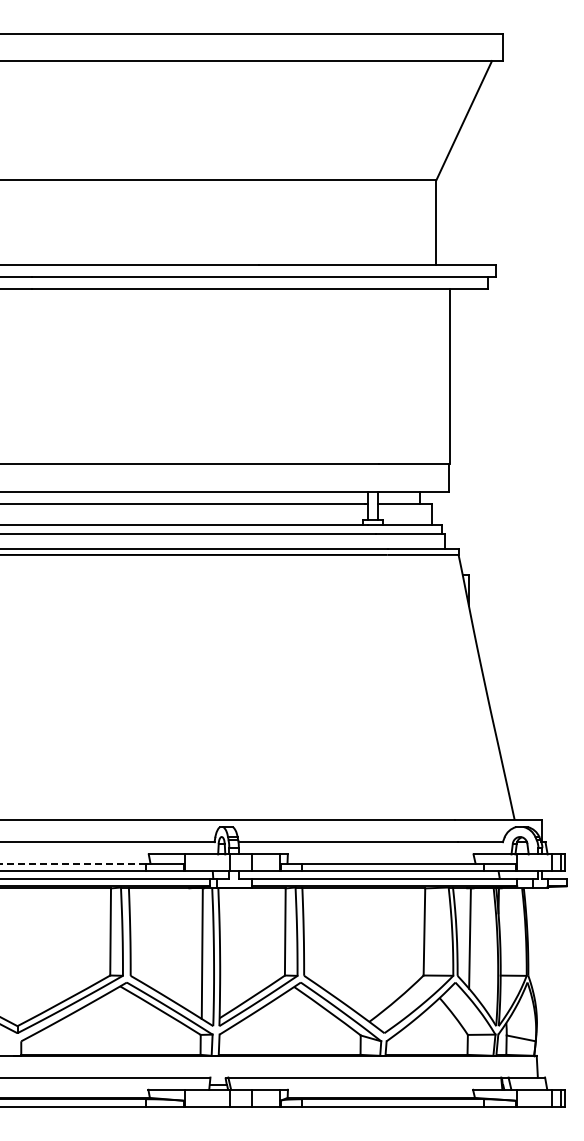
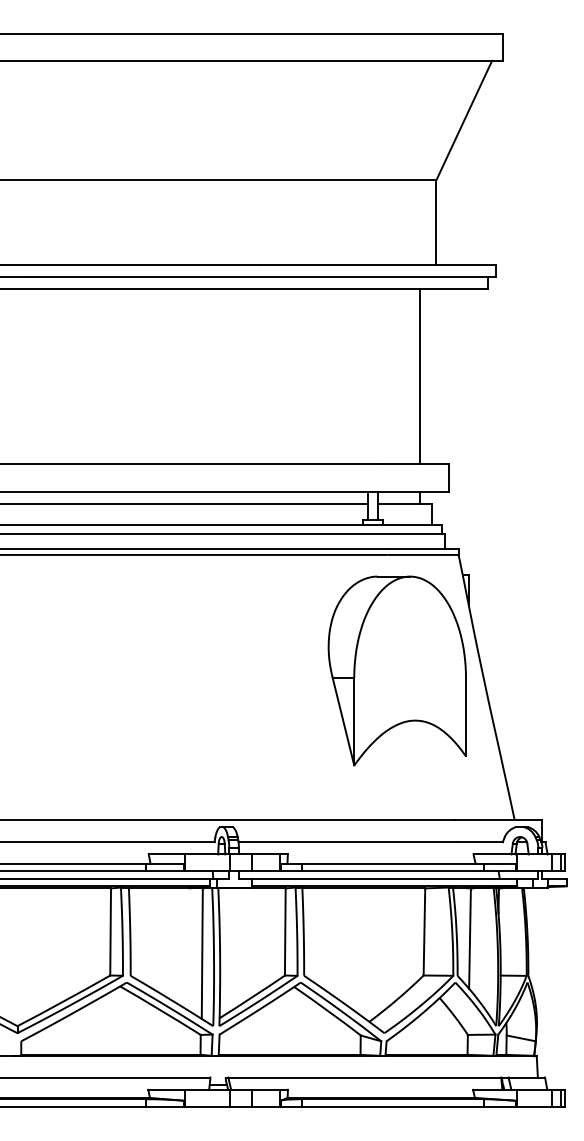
line at (449, 376) position: (449, 376) -> (419, 376)
part at (396, 670): none -> present
line at (72, 863): dashed -> solid
